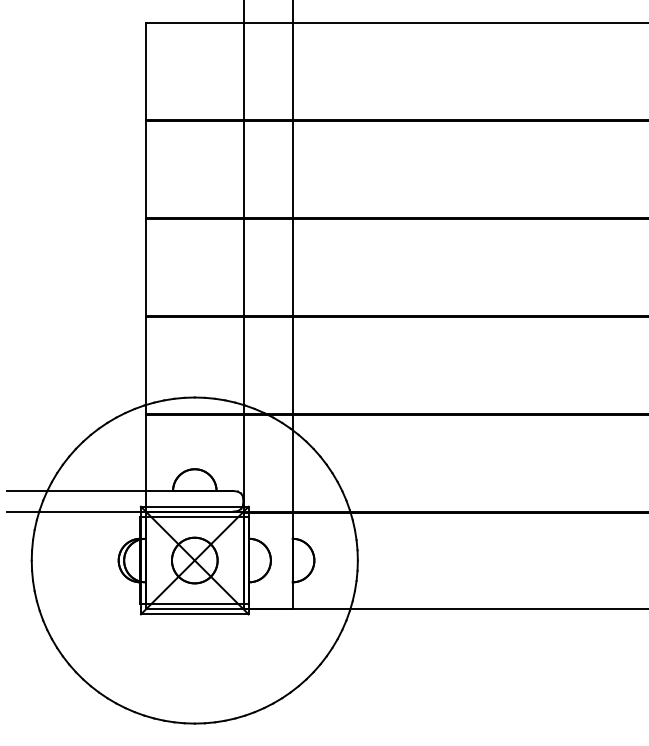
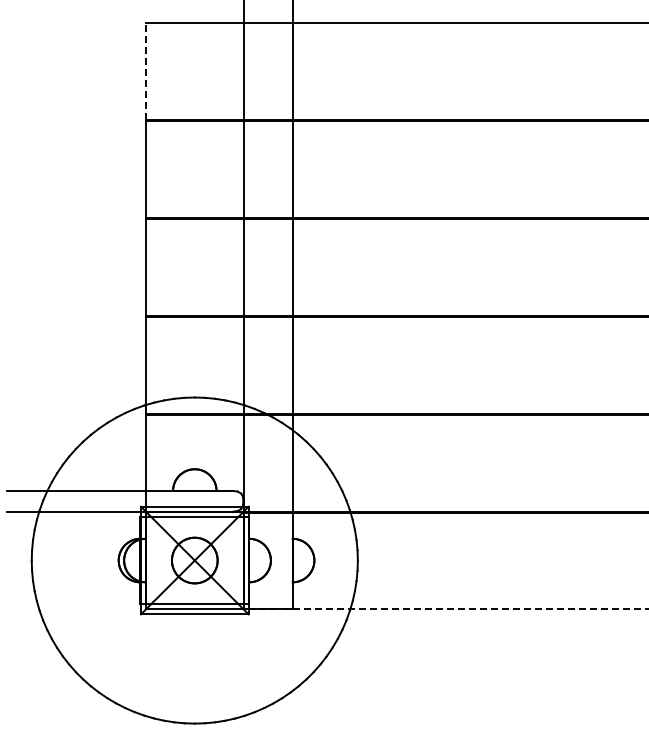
line at (145, 70): solid -> dashed
line at (445, 609): solid -> dashed
